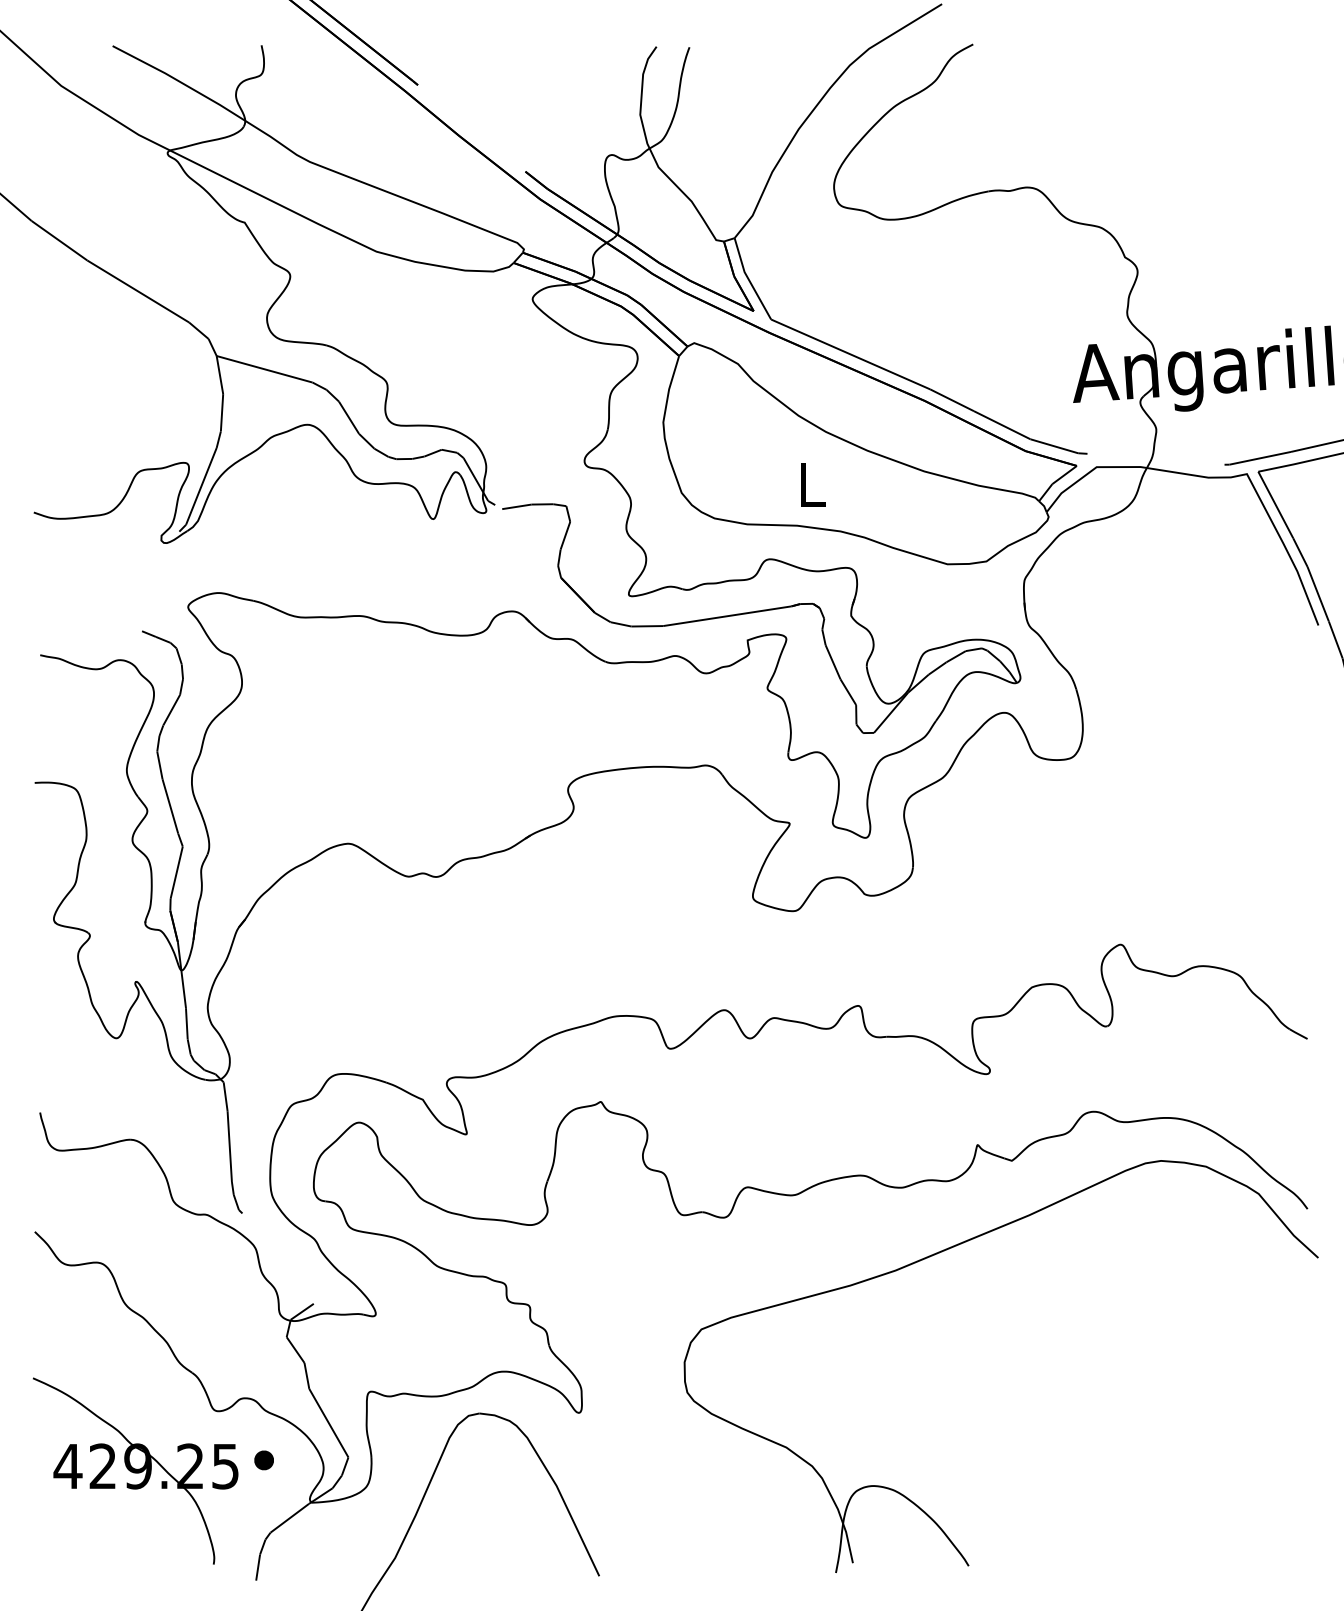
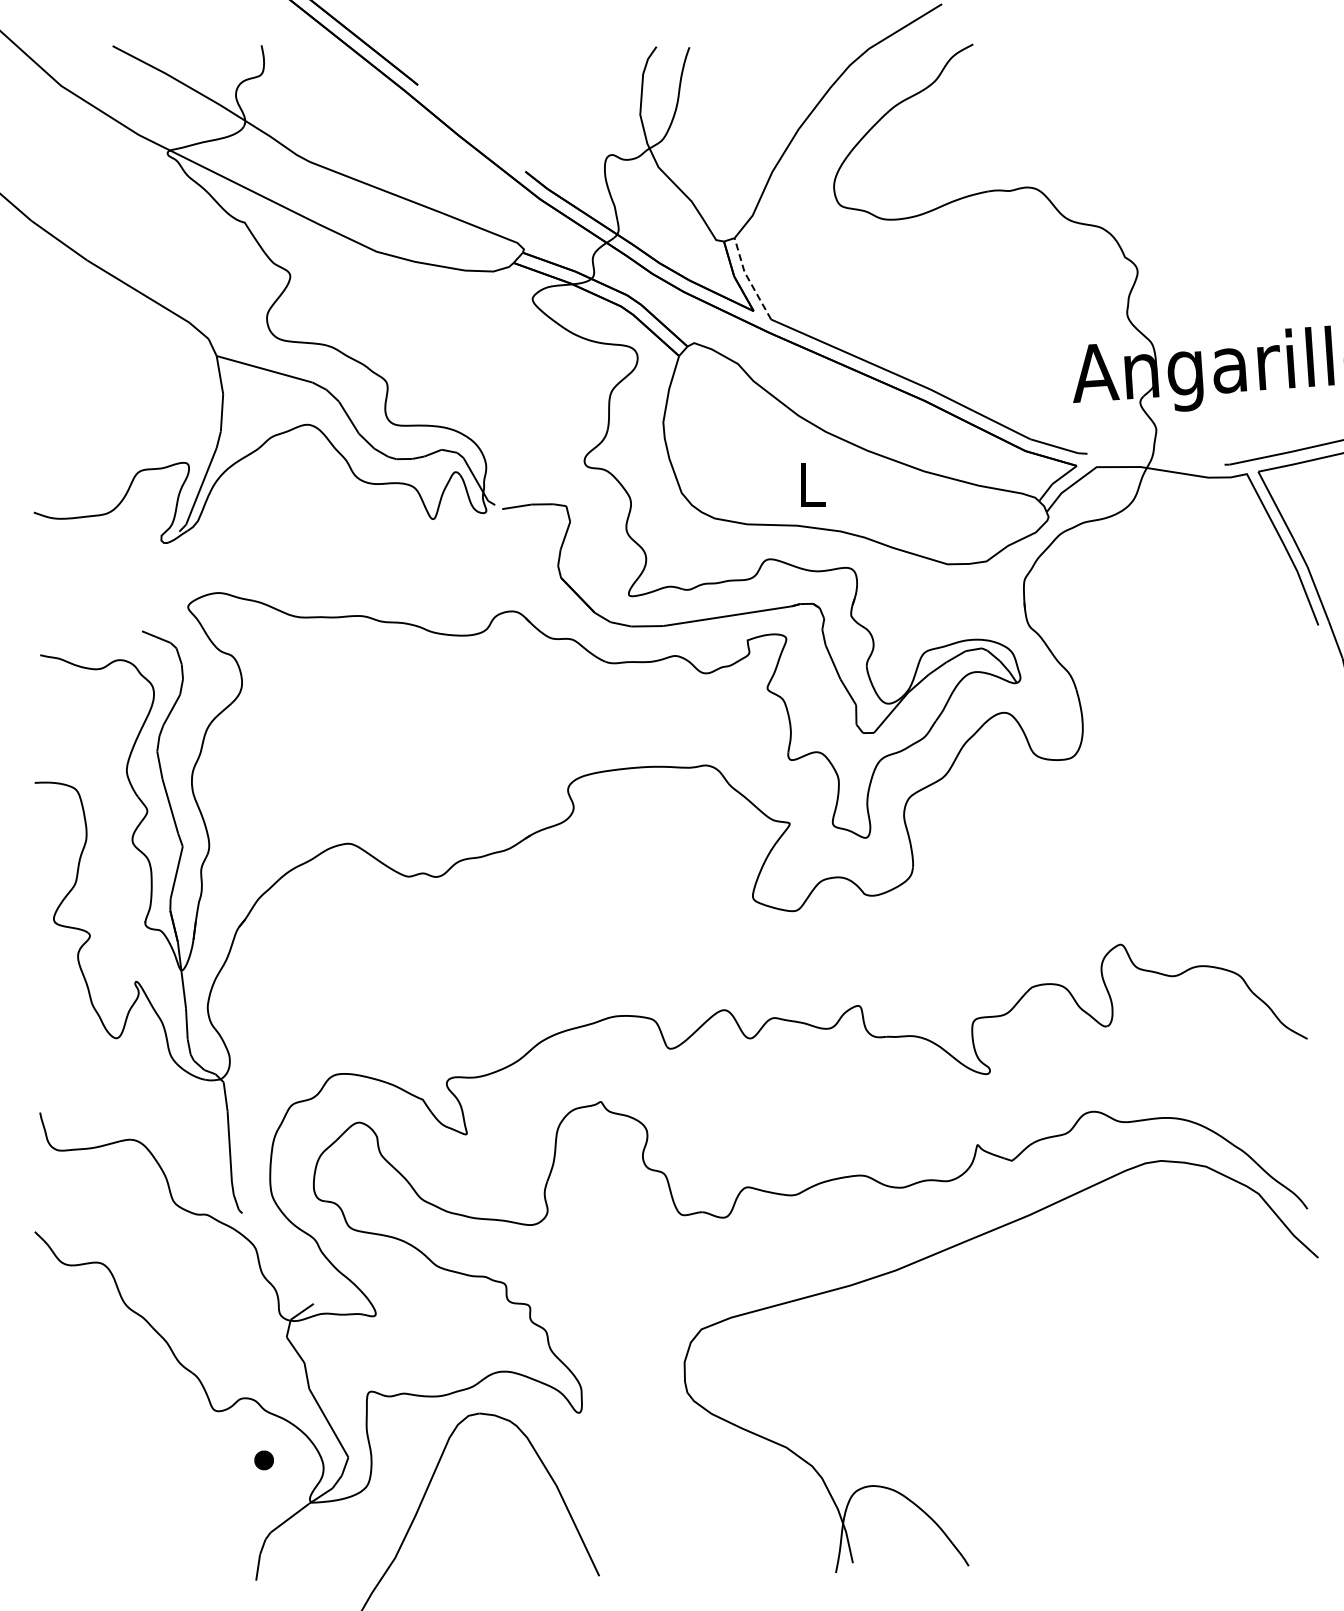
line at (748, 279): solid -> dashed
part at (135, 1470): present -> none
